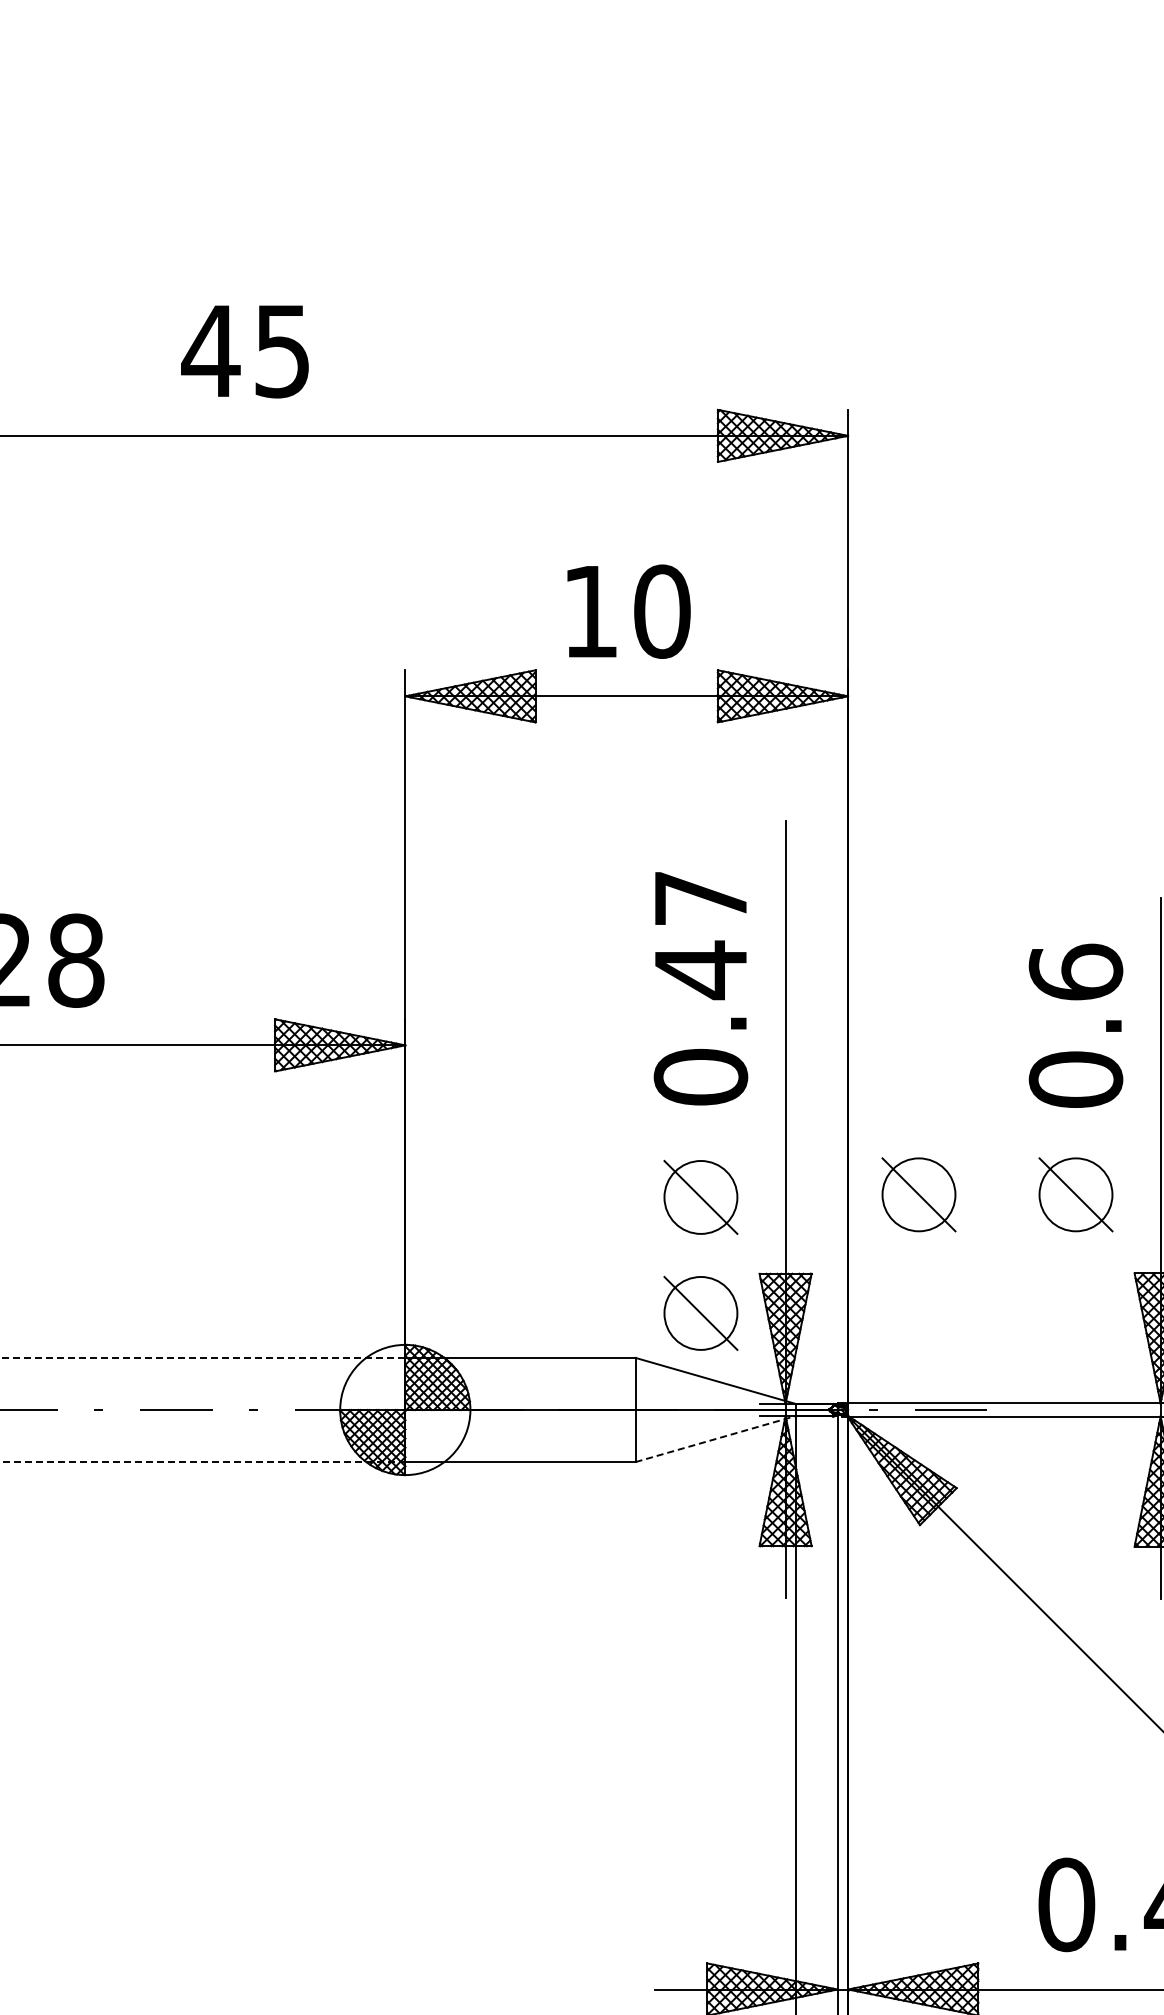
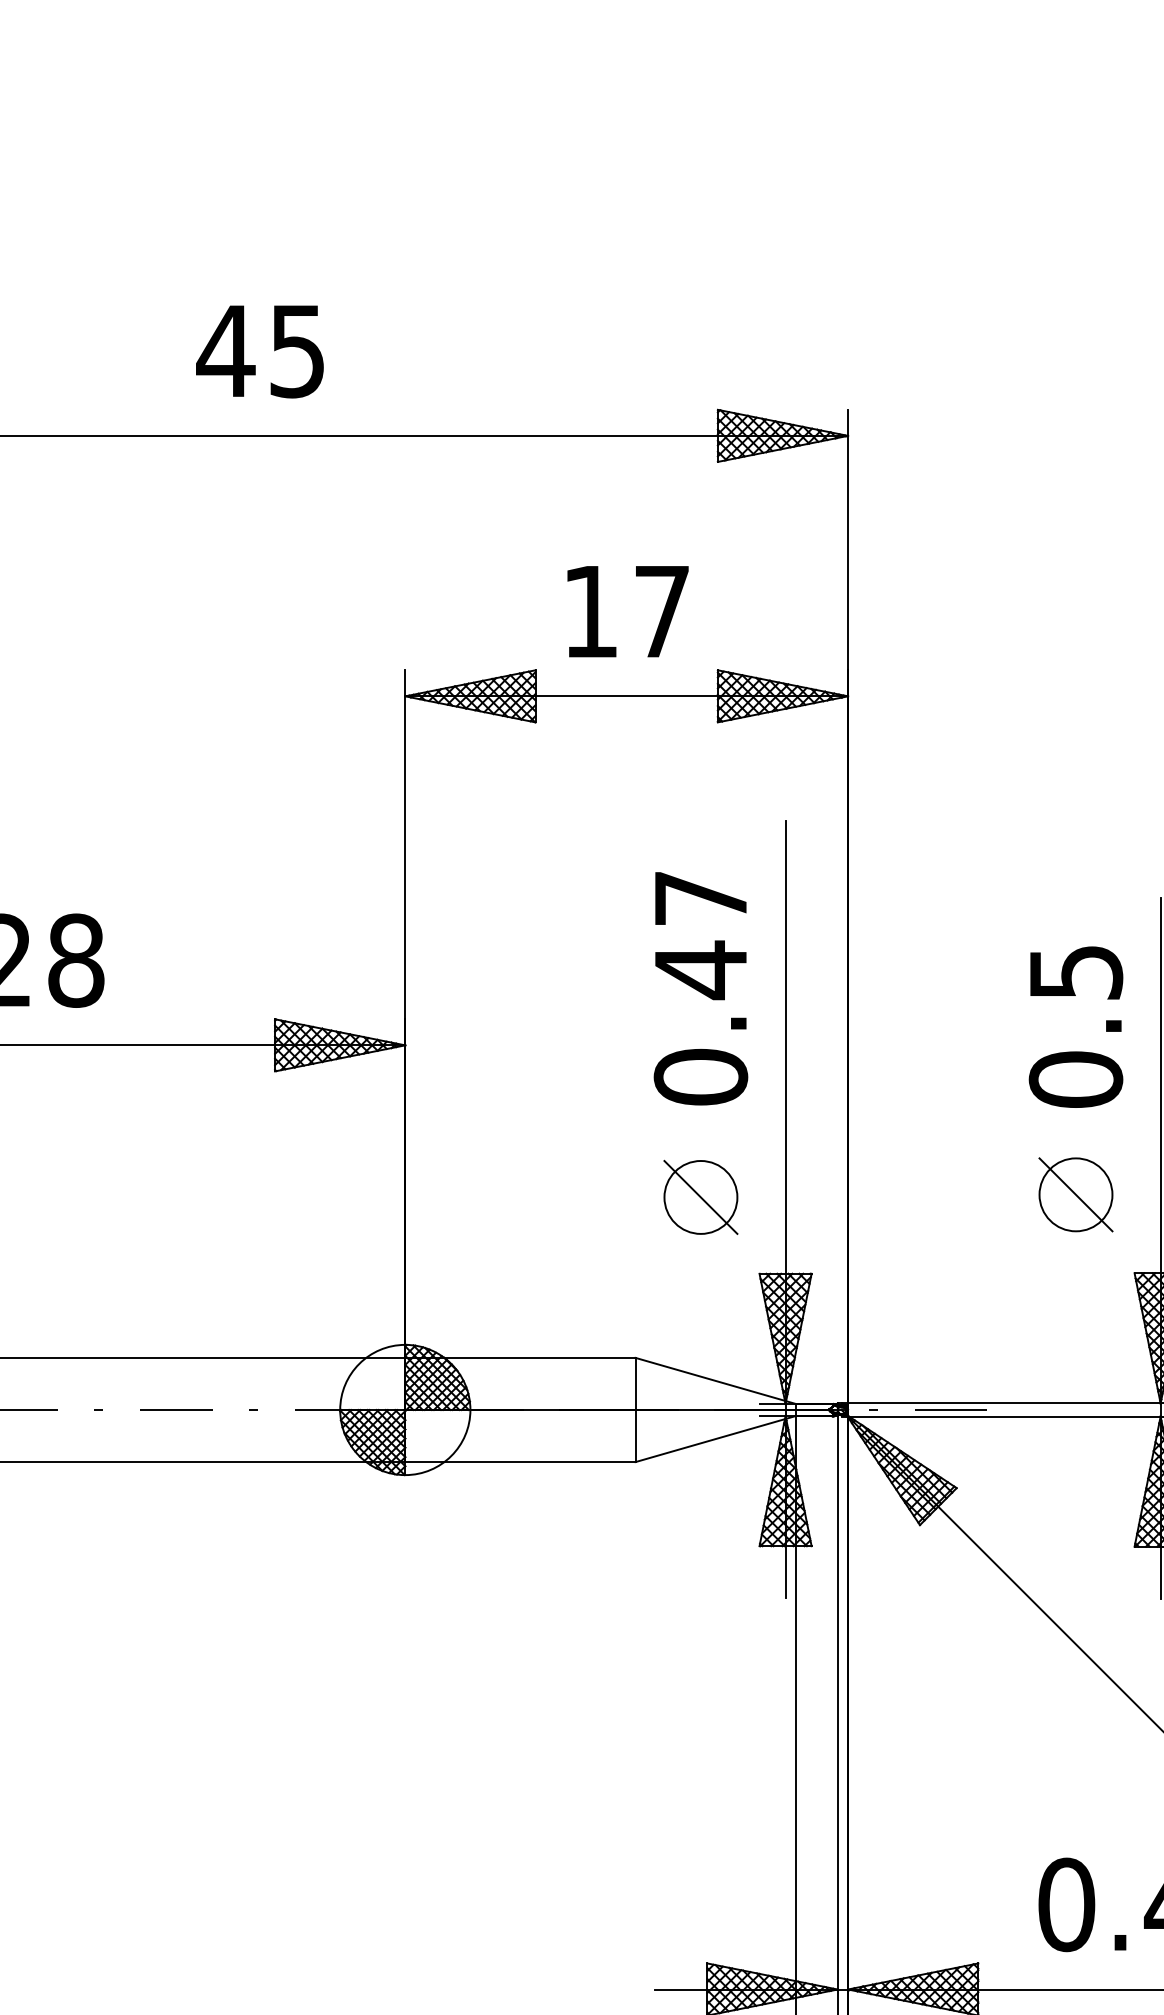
text at (244, 351) position: (244, 351) -> (259, 351)
text at (662, 611): 10 -> 17
text at (1075, 971): 0.6 -> 0.5
part at (918, 1194): present -> none
part at (700, 1312): present -> none
line at (202, 1357): dashed -> solid
line at (716, 1438): dashed -> solid
line at (203, 1462): dashed -> solid
